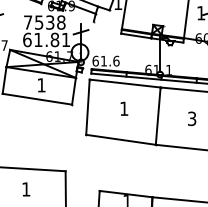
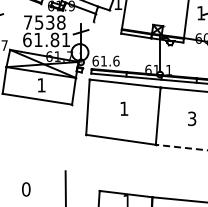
line at (181, 147): solid -> dashed
line at (33, 169): present -> none
text at (26, 189): 1 -> 0
